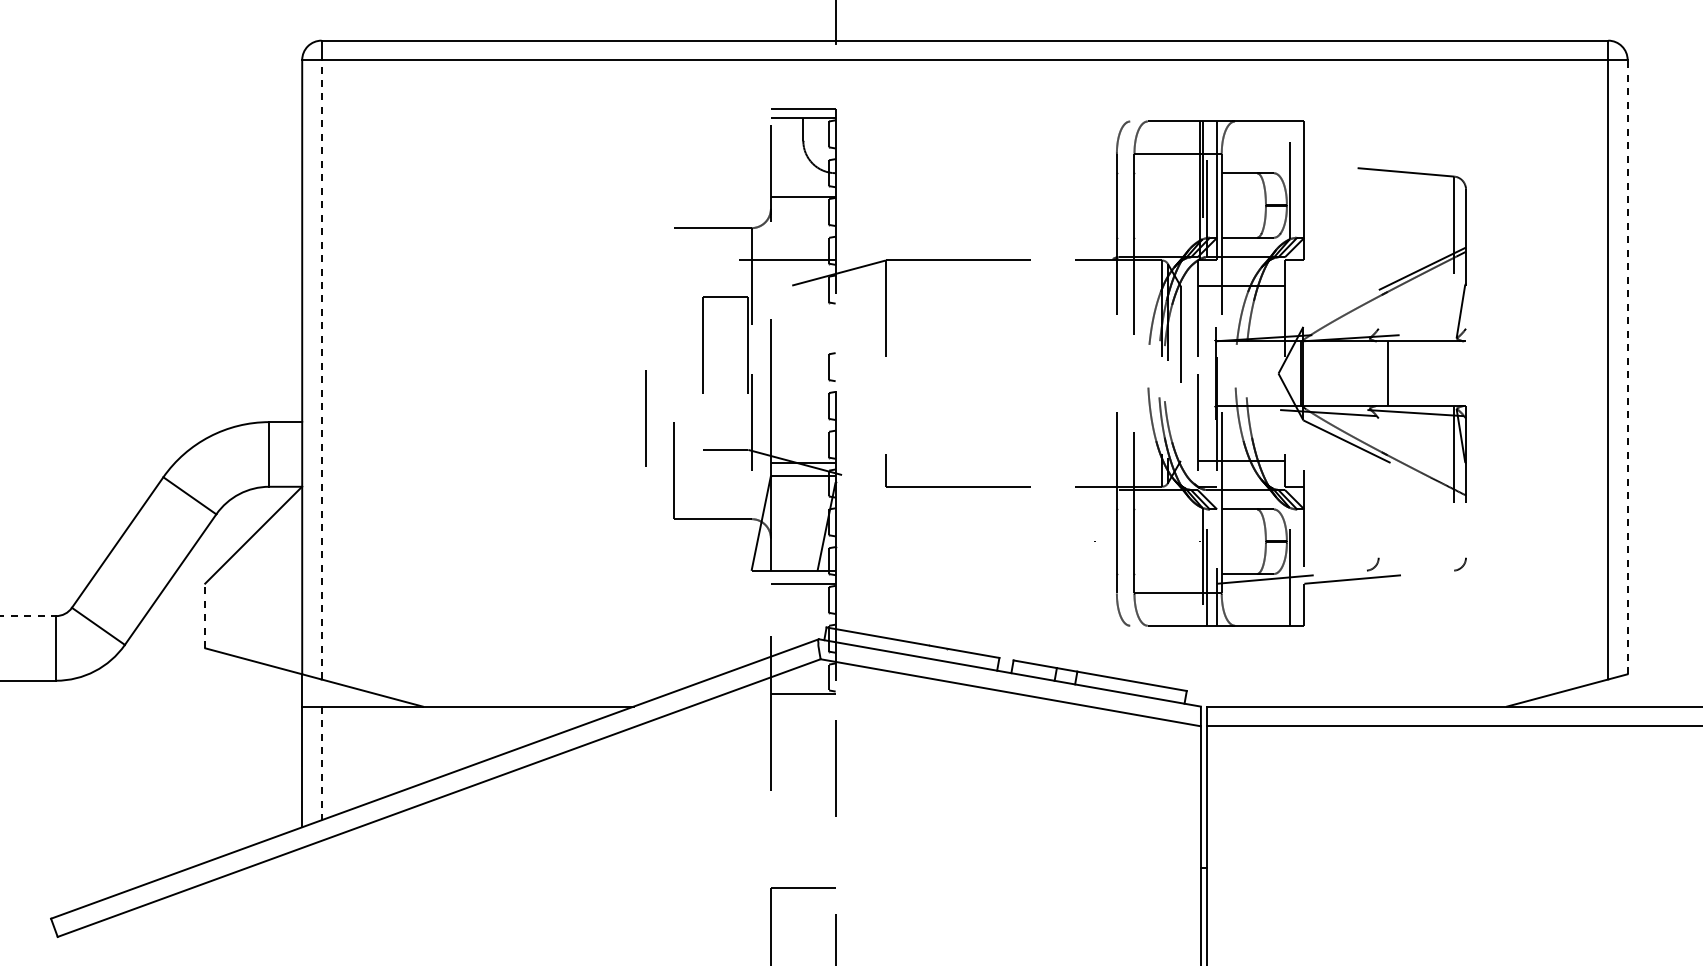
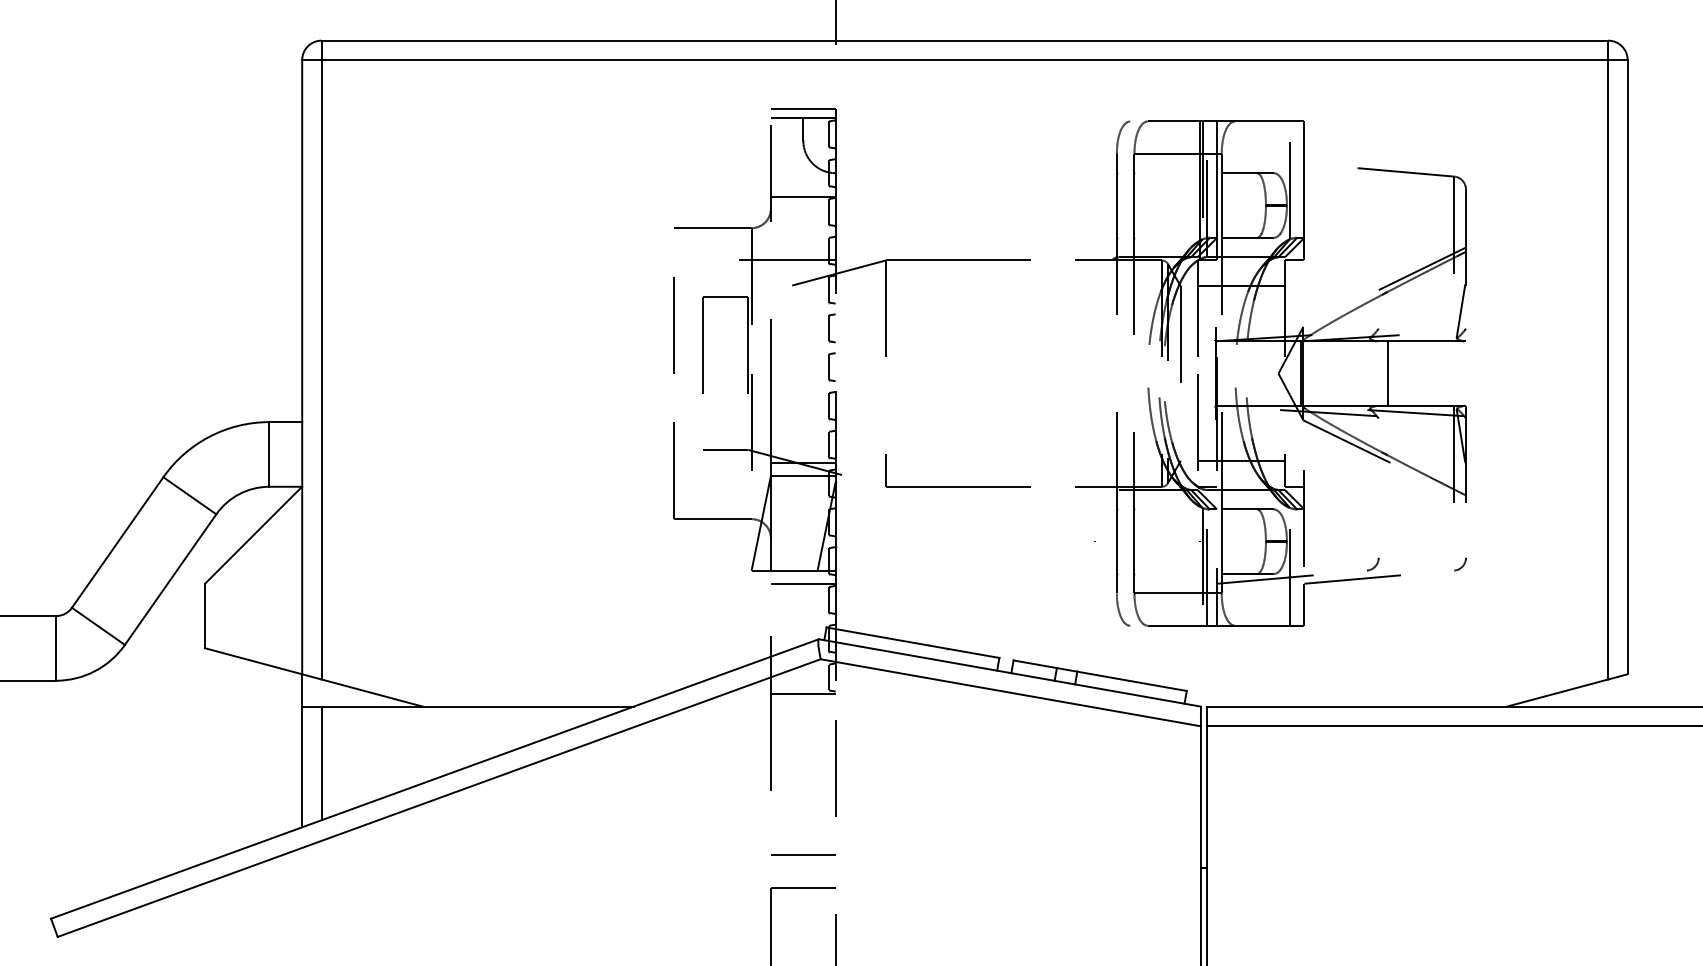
part at (831, 328): none -> present
line at (1627, 366): dashed -> solid
line at (321, 369): dashed -> solid
line at (645, 418) position: (645, 418) -> (673, 325)
line at (205, 615): dashed -> solid
line at (28, 616): dashed -> solid
line at (321, 763): dashed -> solid
line at (802, 855): none -> present
